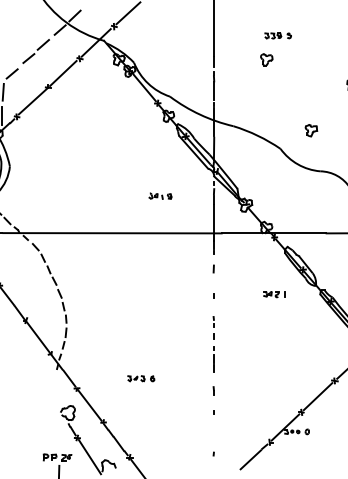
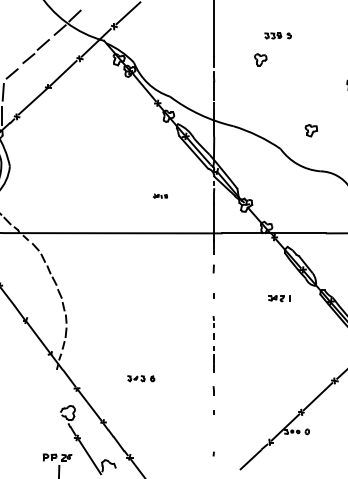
part at (266, 59) position: (266, 59) -> (260, 59)
part at (160, 195) size: 25x8 px -> 16x6 px
part at (274, 294) position: (274, 294) -> (279, 298)
